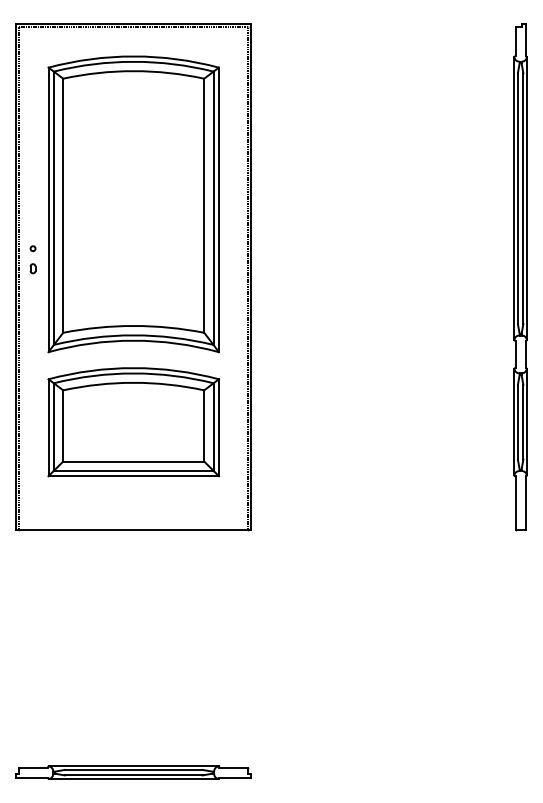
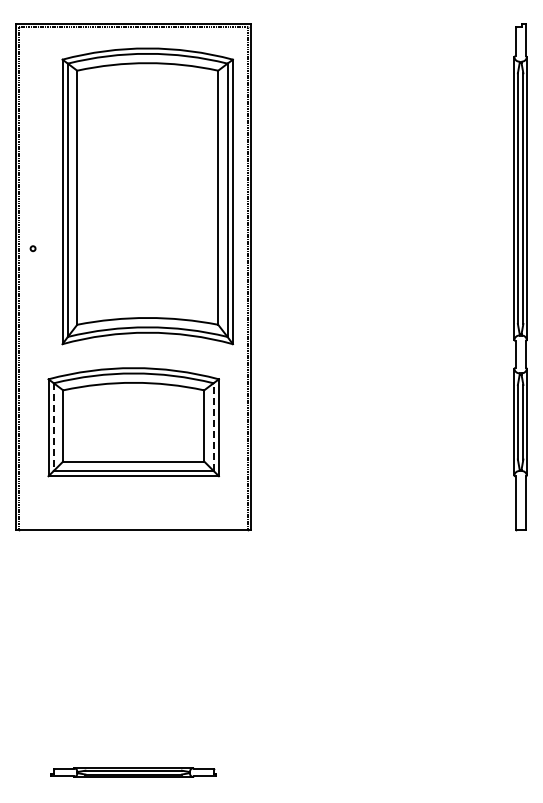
part at (133, 204) position: (133, 204) -> (147, 196)
part at (32, 268): present -> none
line at (53, 427): solid -> dashed
line at (213, 427): solid -> dashed
part at (133, 772) size: 237x15 px -> 167x11 px
